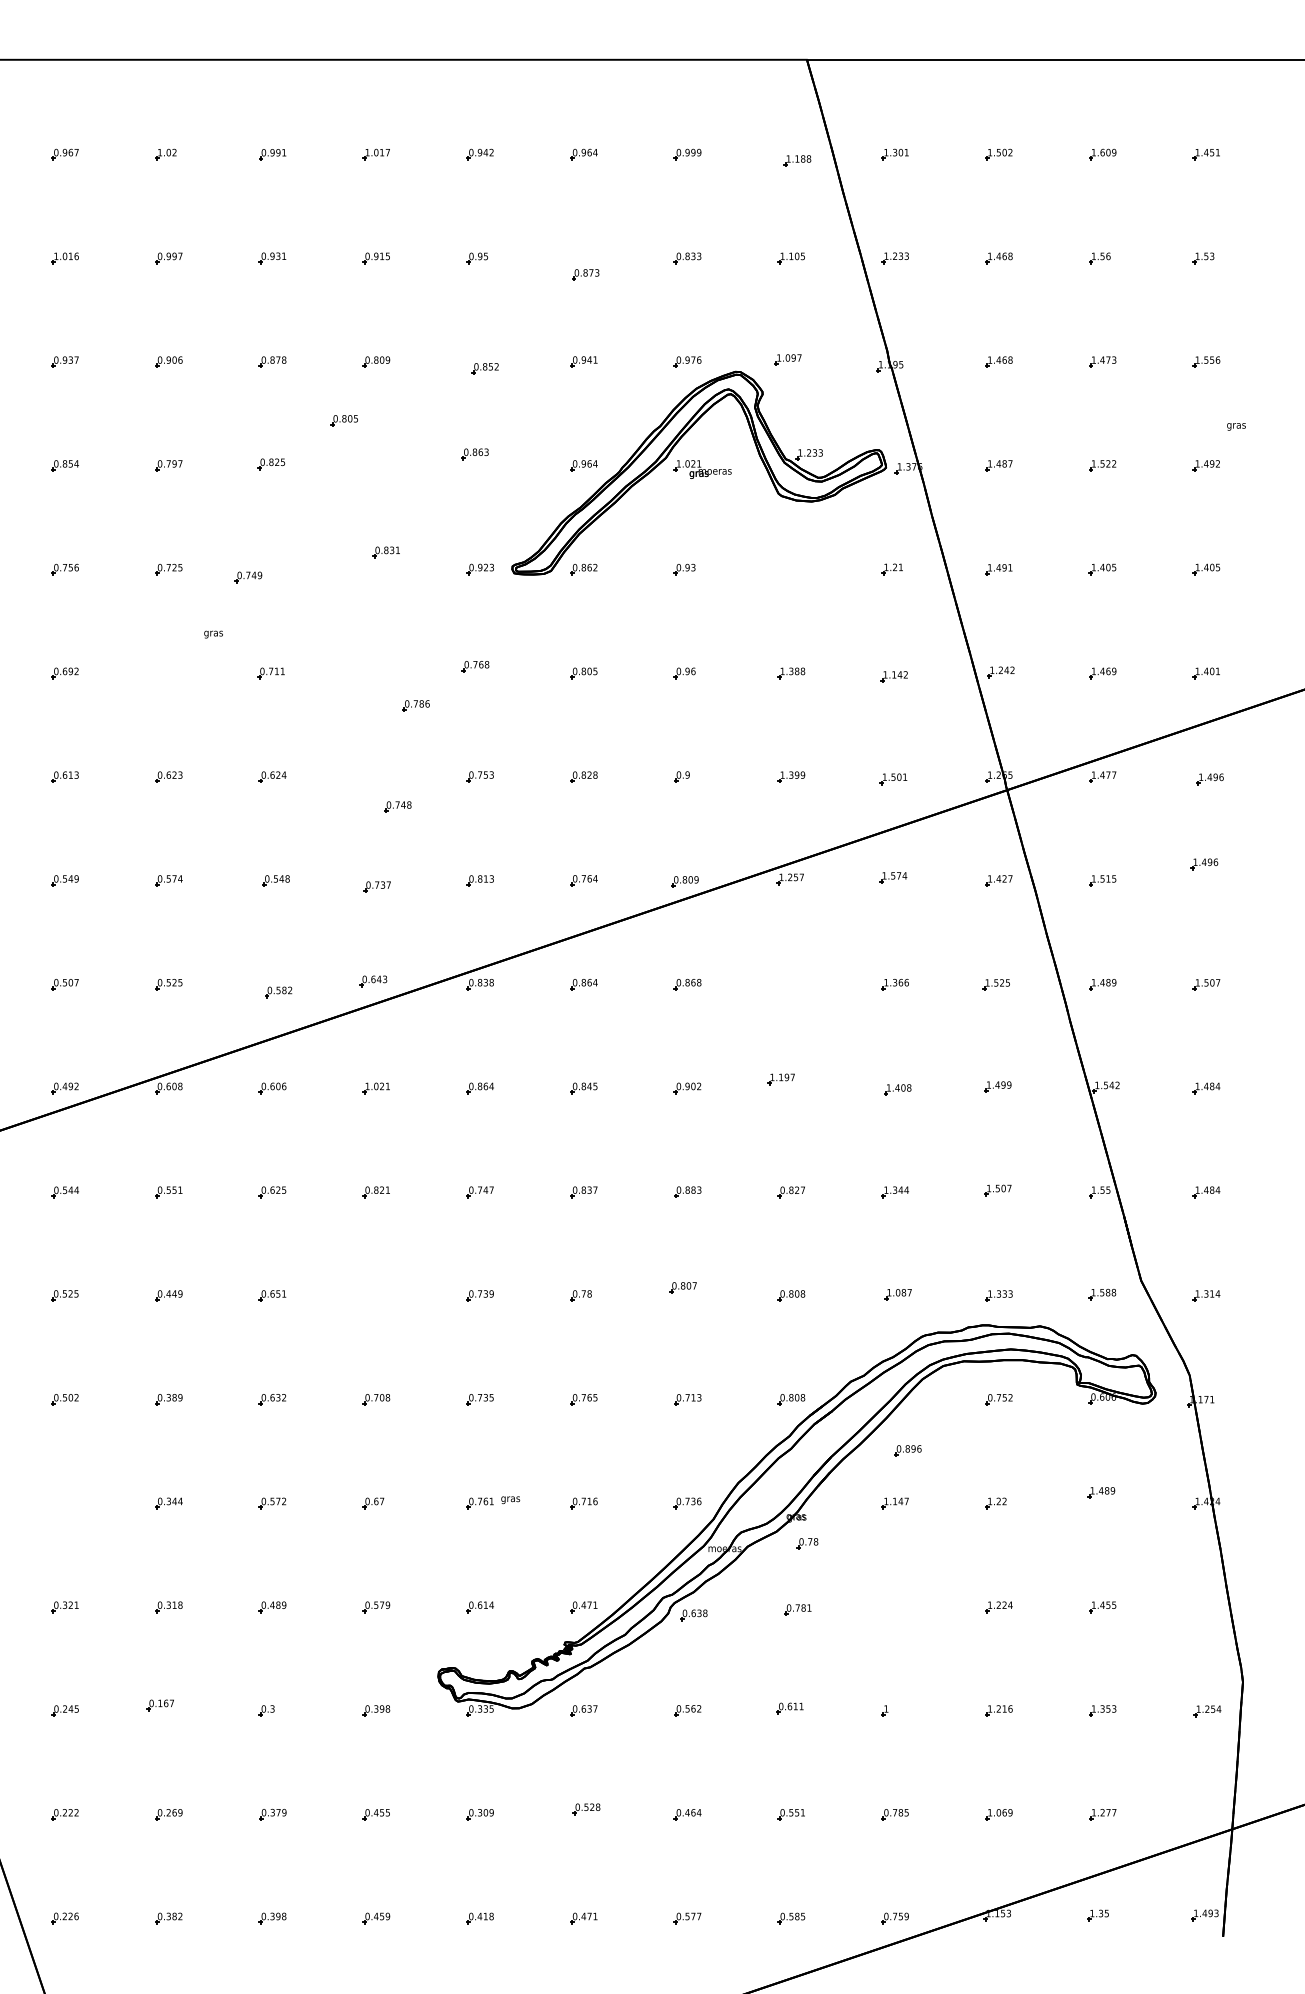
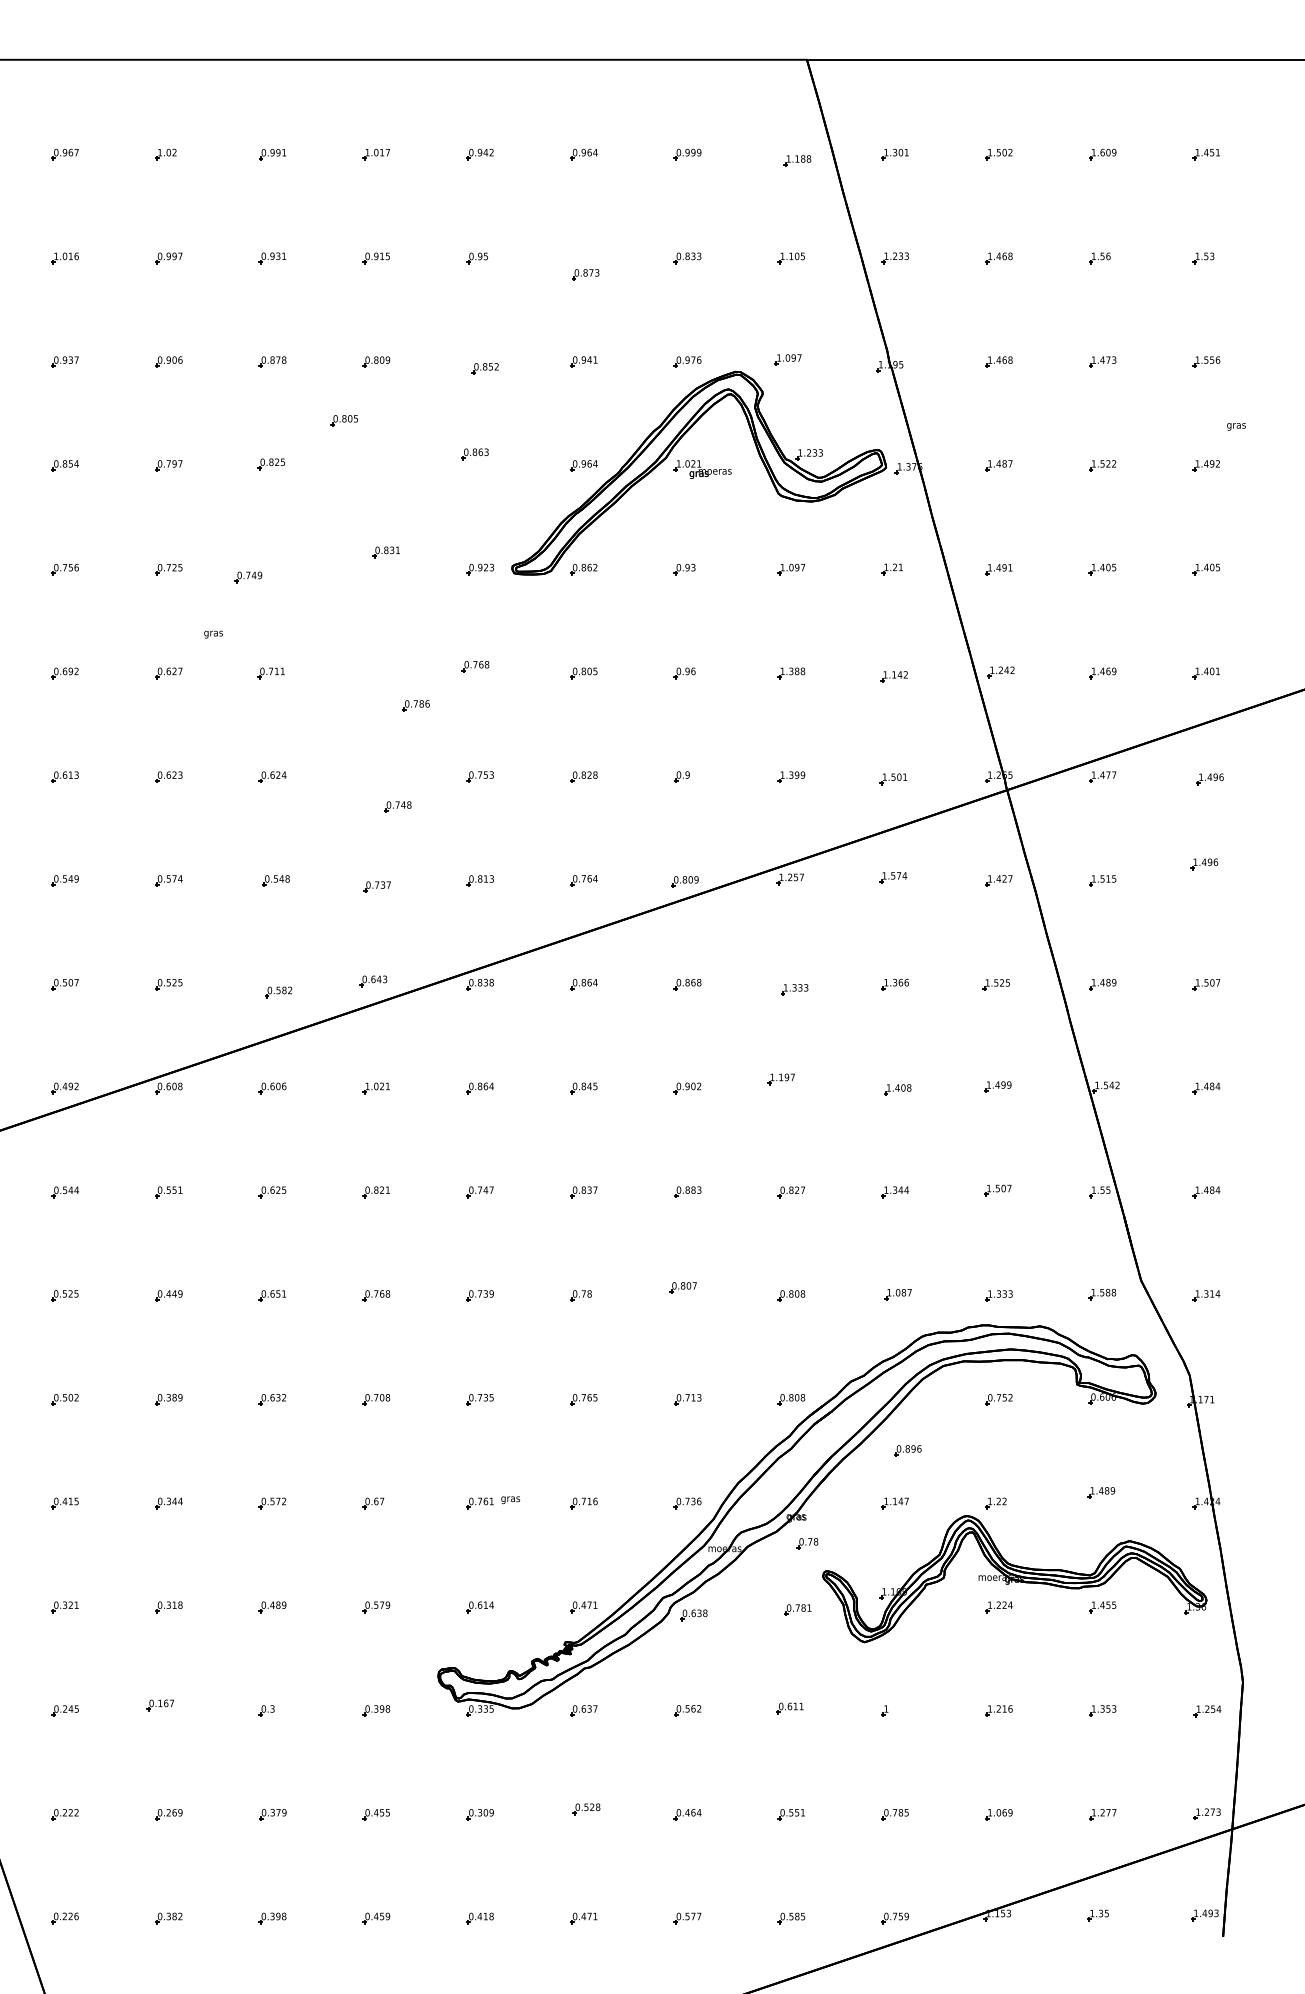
part at (791, 569): none -> present
part at (168, 673): none -> present
part at (794, 989): none -> present
part at (376, 1295): none -> present
part at (64, 1503): none -> present
part at (1014, 1579): none -> present
part at (1206, 1813): none -> present
